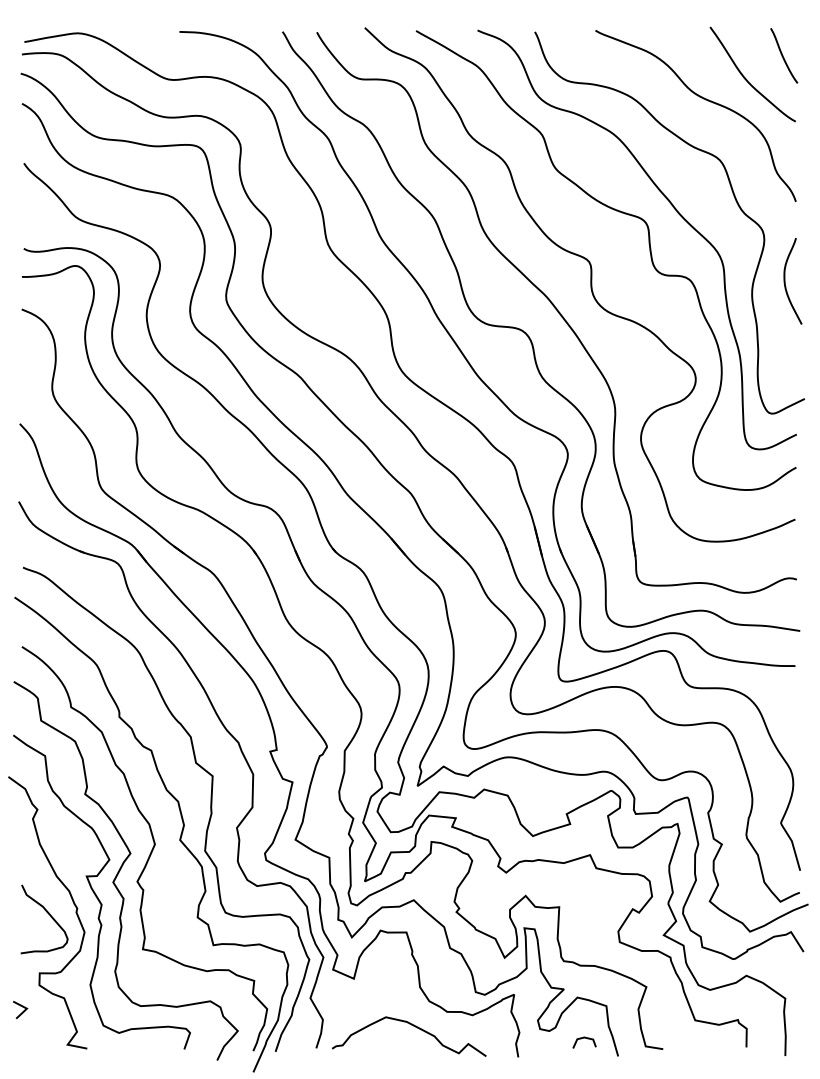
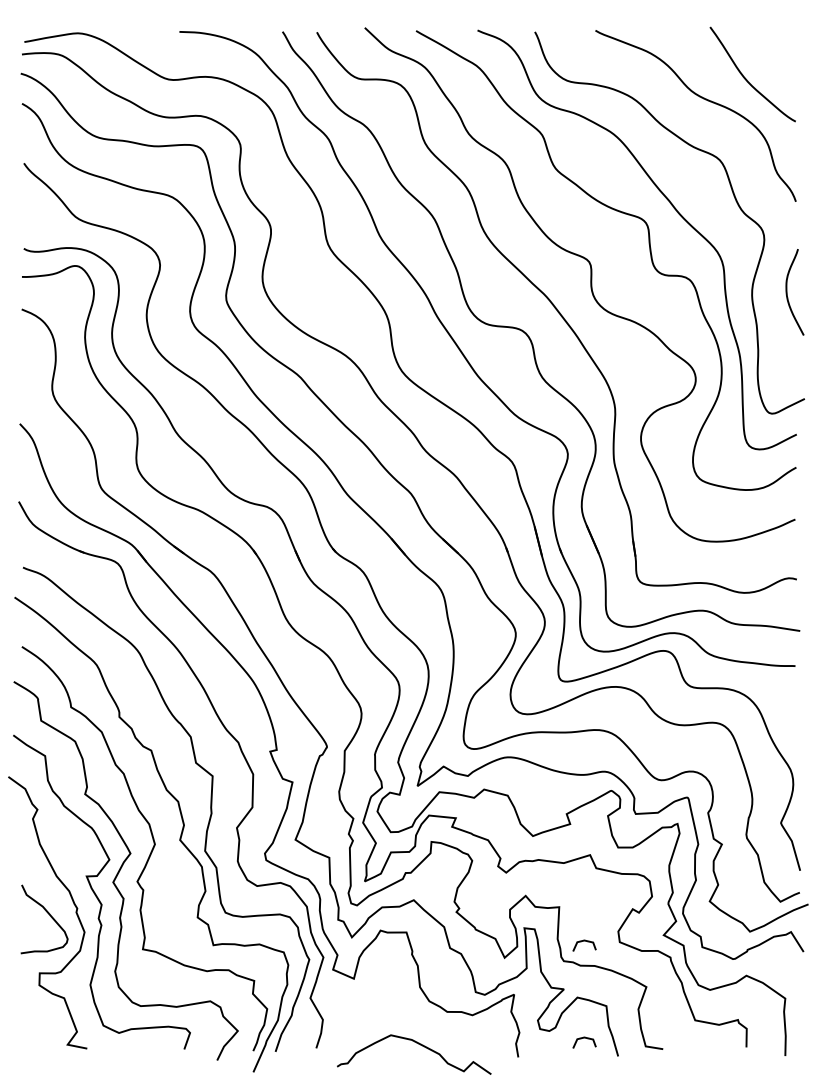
curve at (783, 55): present -> none
curve at (785, 281) position: (785, 281) -> (787, 292)
line at (584, 941): none -> present
line at (22, 1011): present -> none
curve at (413, 1026) position: (413, 1026) -> (418, 1044)
